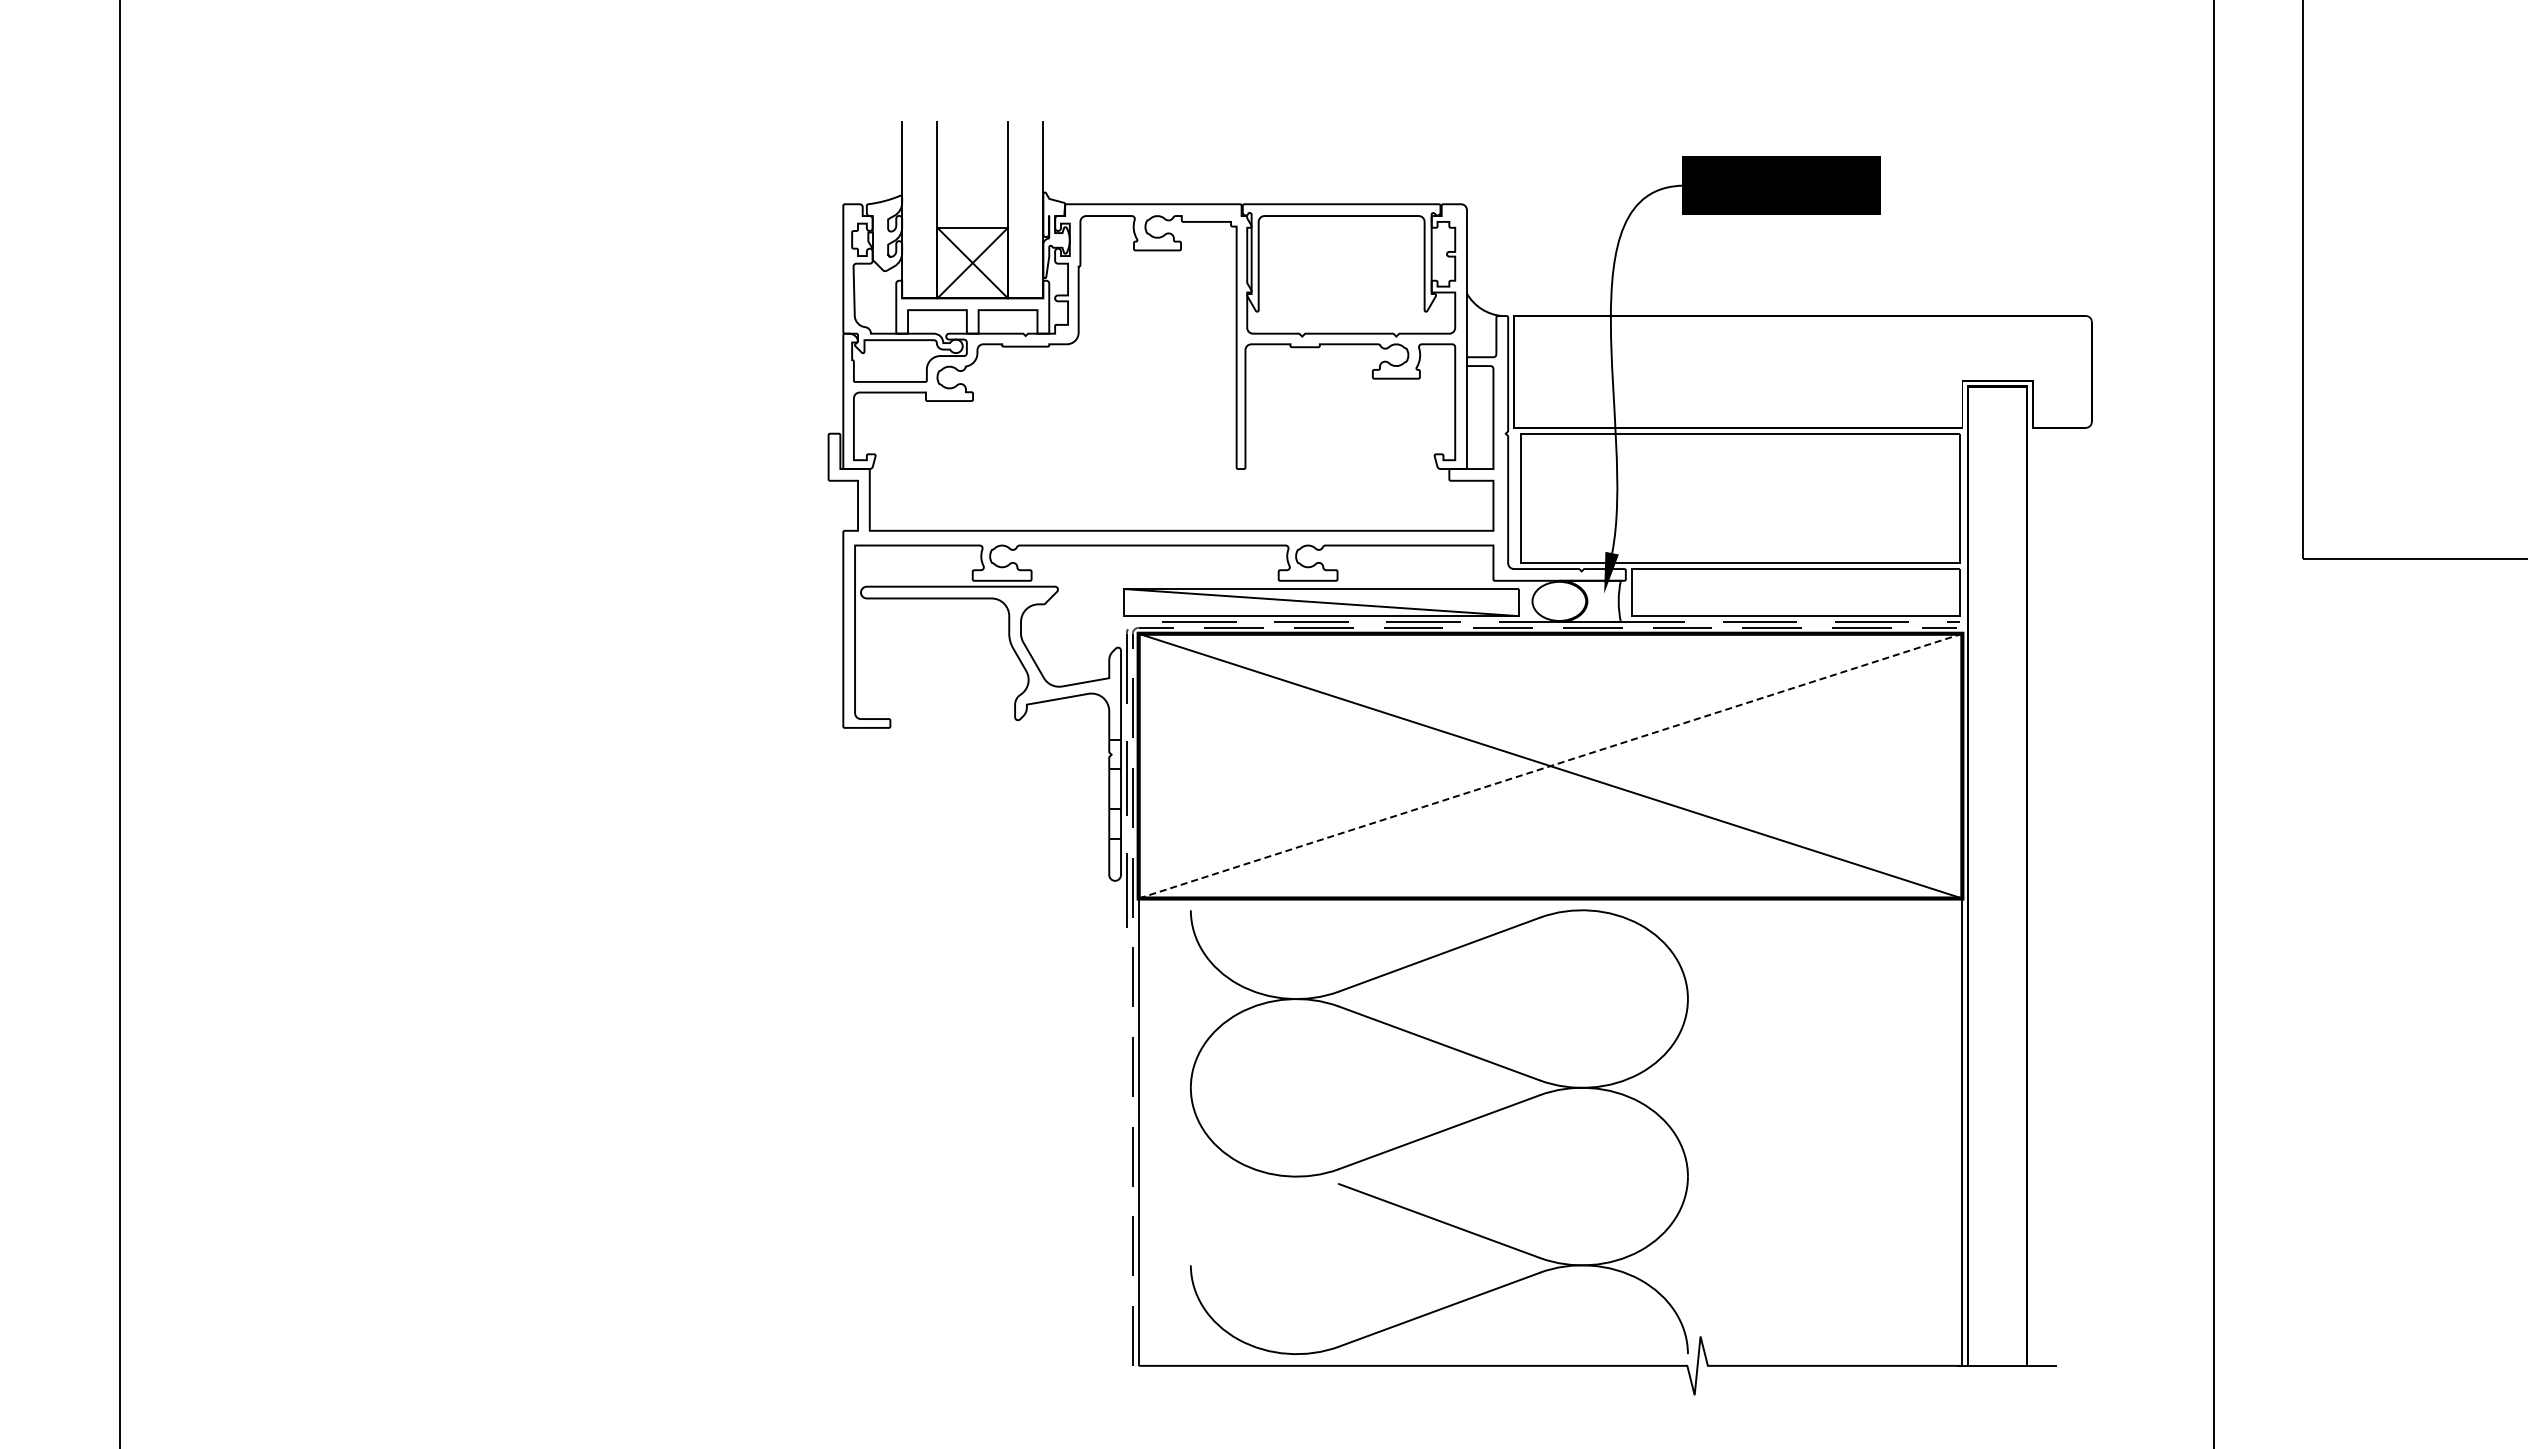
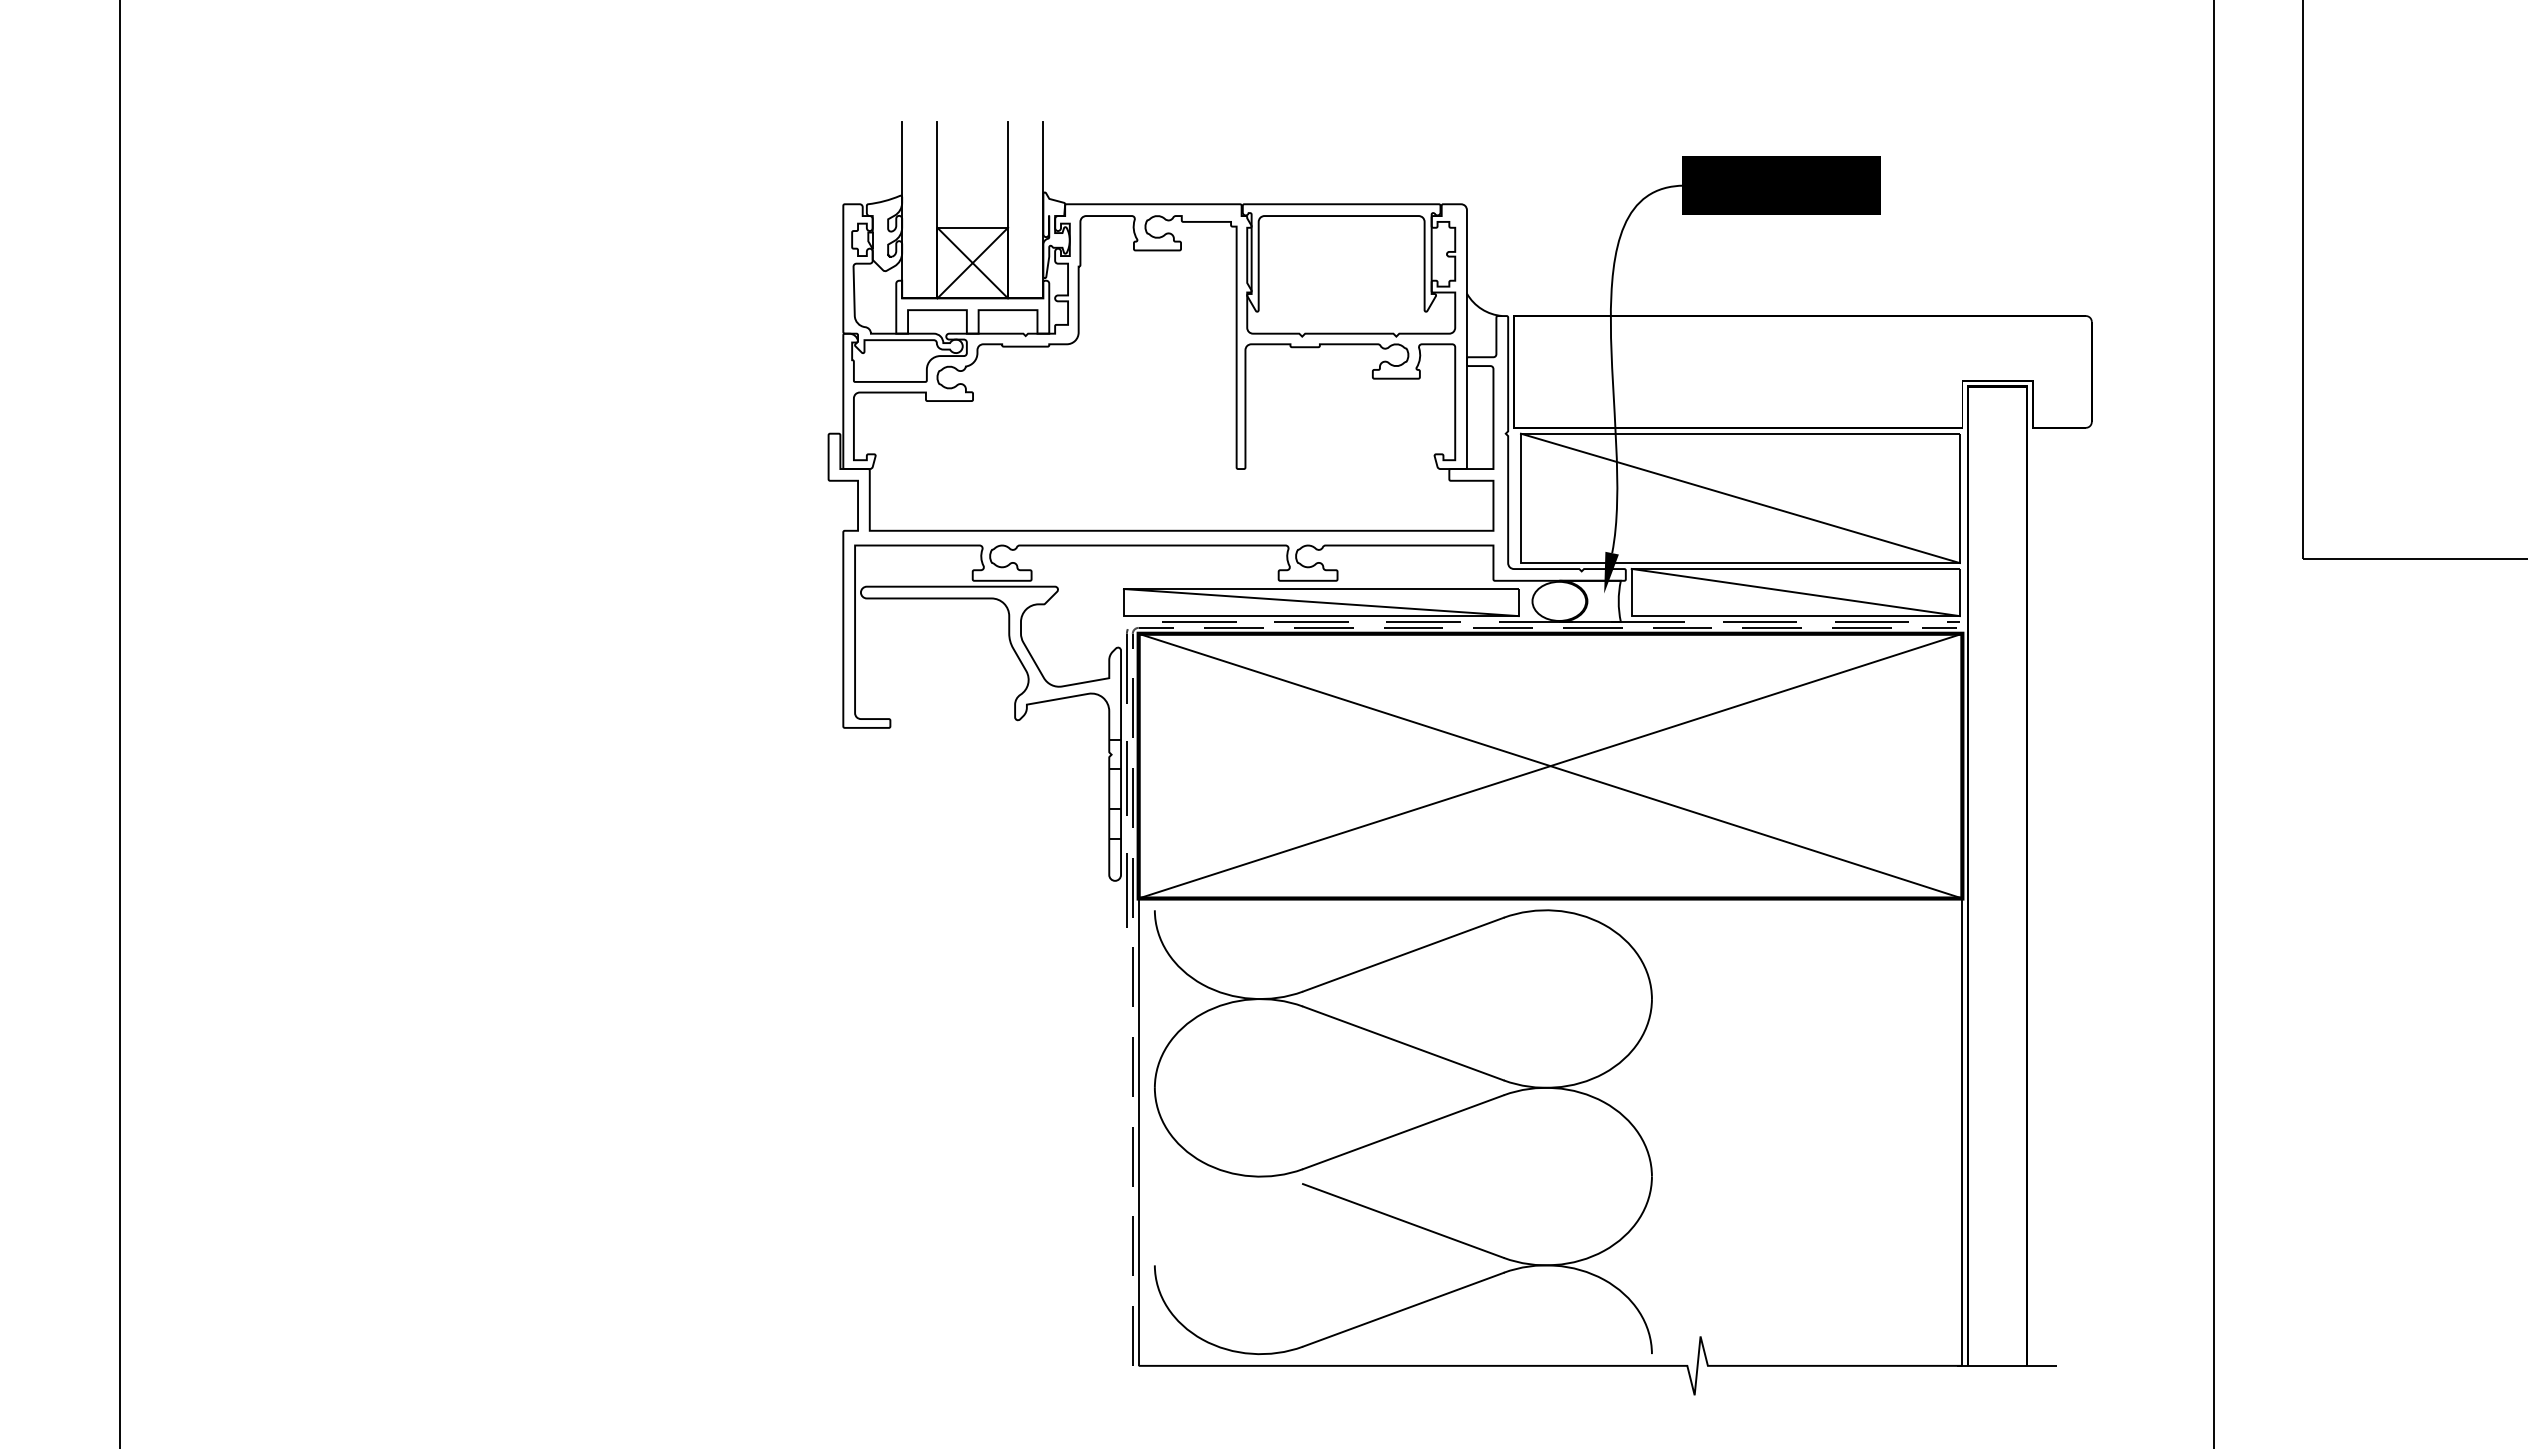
line at (1739, 498): none -> present
line at (1795, 592): none -> present
line at (1550, 766): dashed -> solid
part at (1439, 1132) position: (1439, 1132) -> (1403, 1132)
